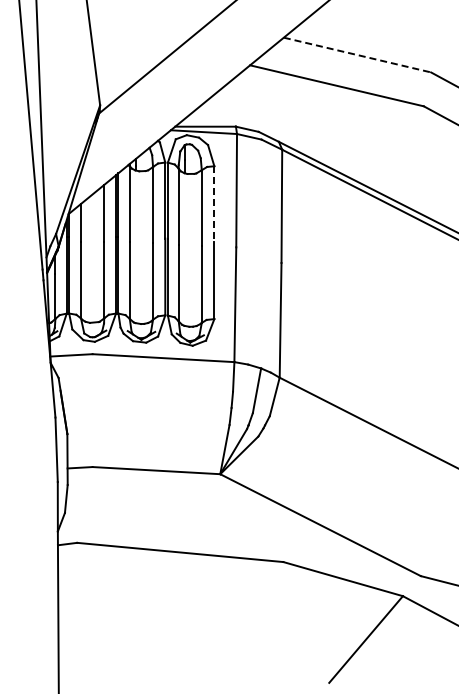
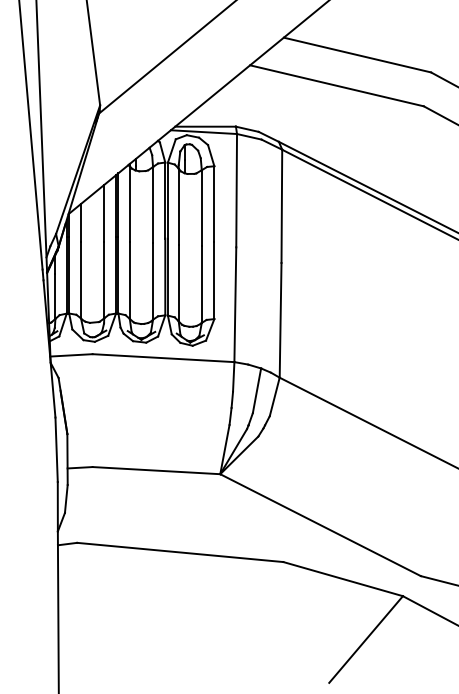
line at (357, 55): dashed -> solid
line at (214, 204): dashed -> solid
